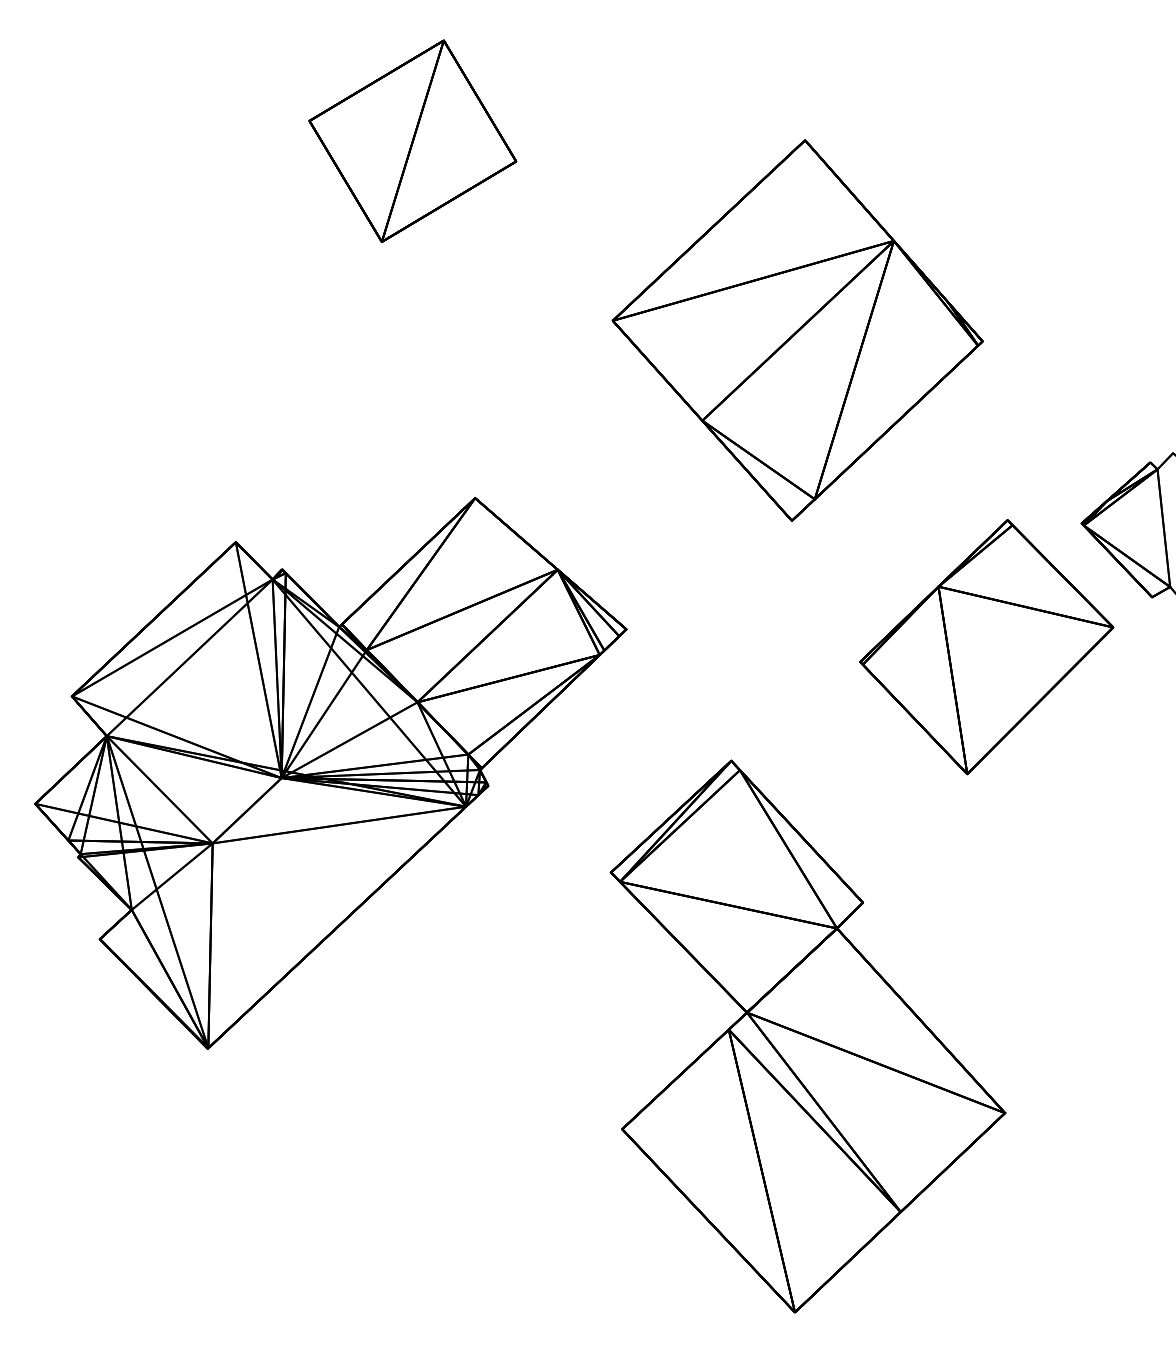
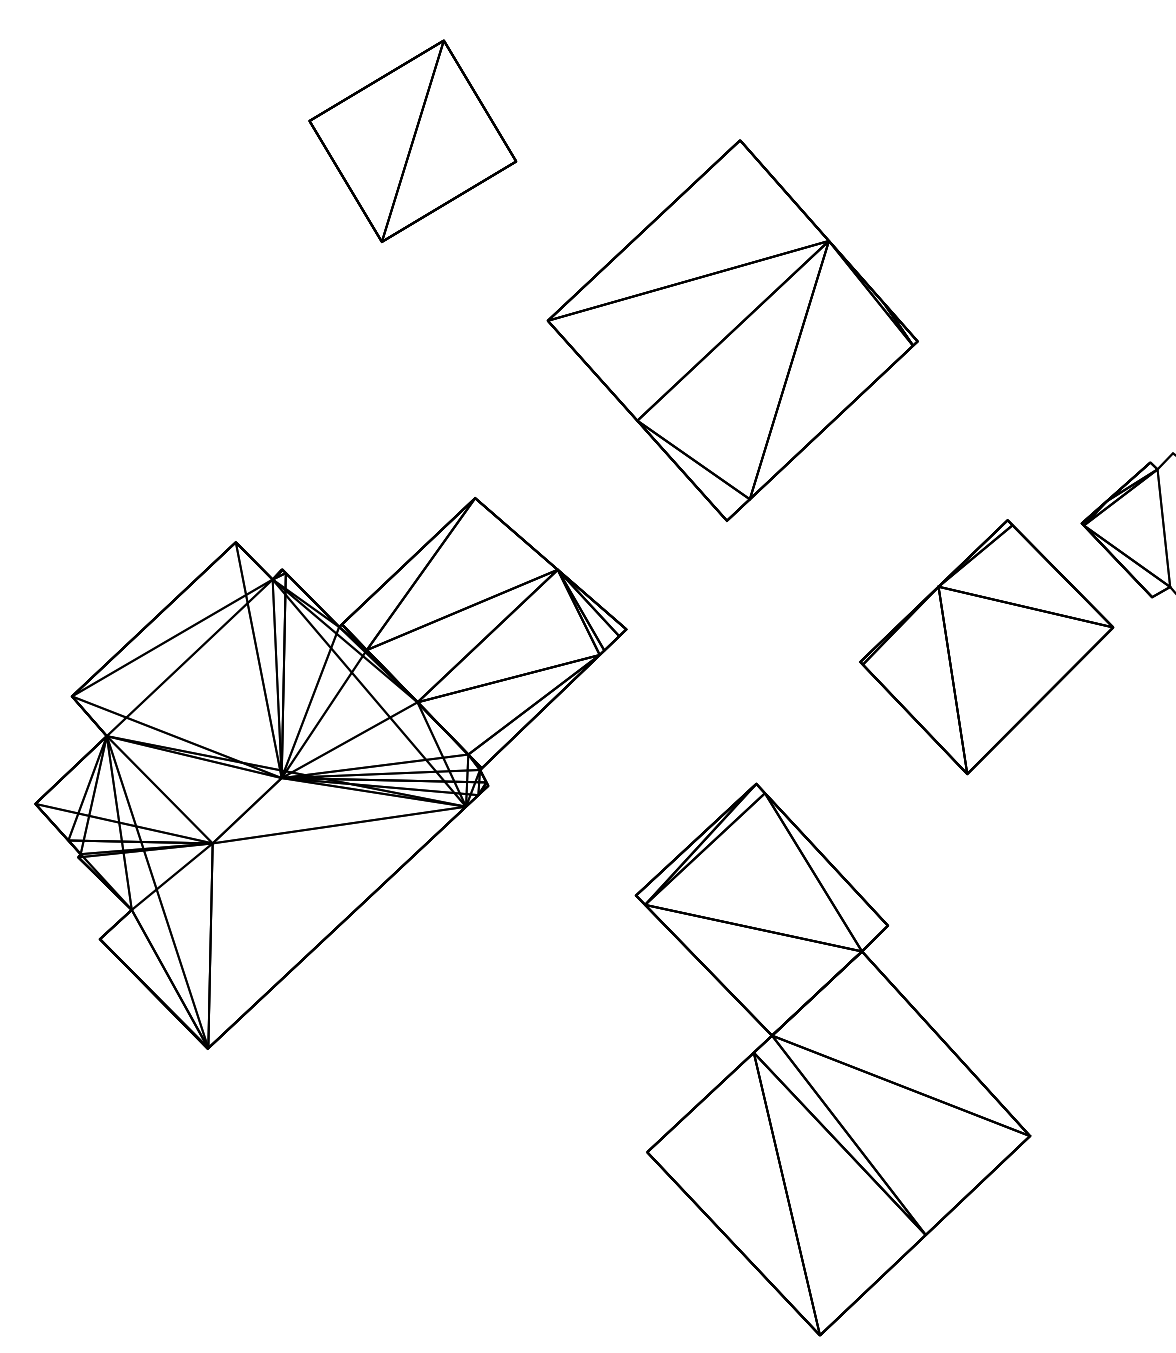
part at (797, 330) position: (797, 330) -> (732, 330)
part at (807, 1036) position: (807, 1036) -> (832, 1059)
